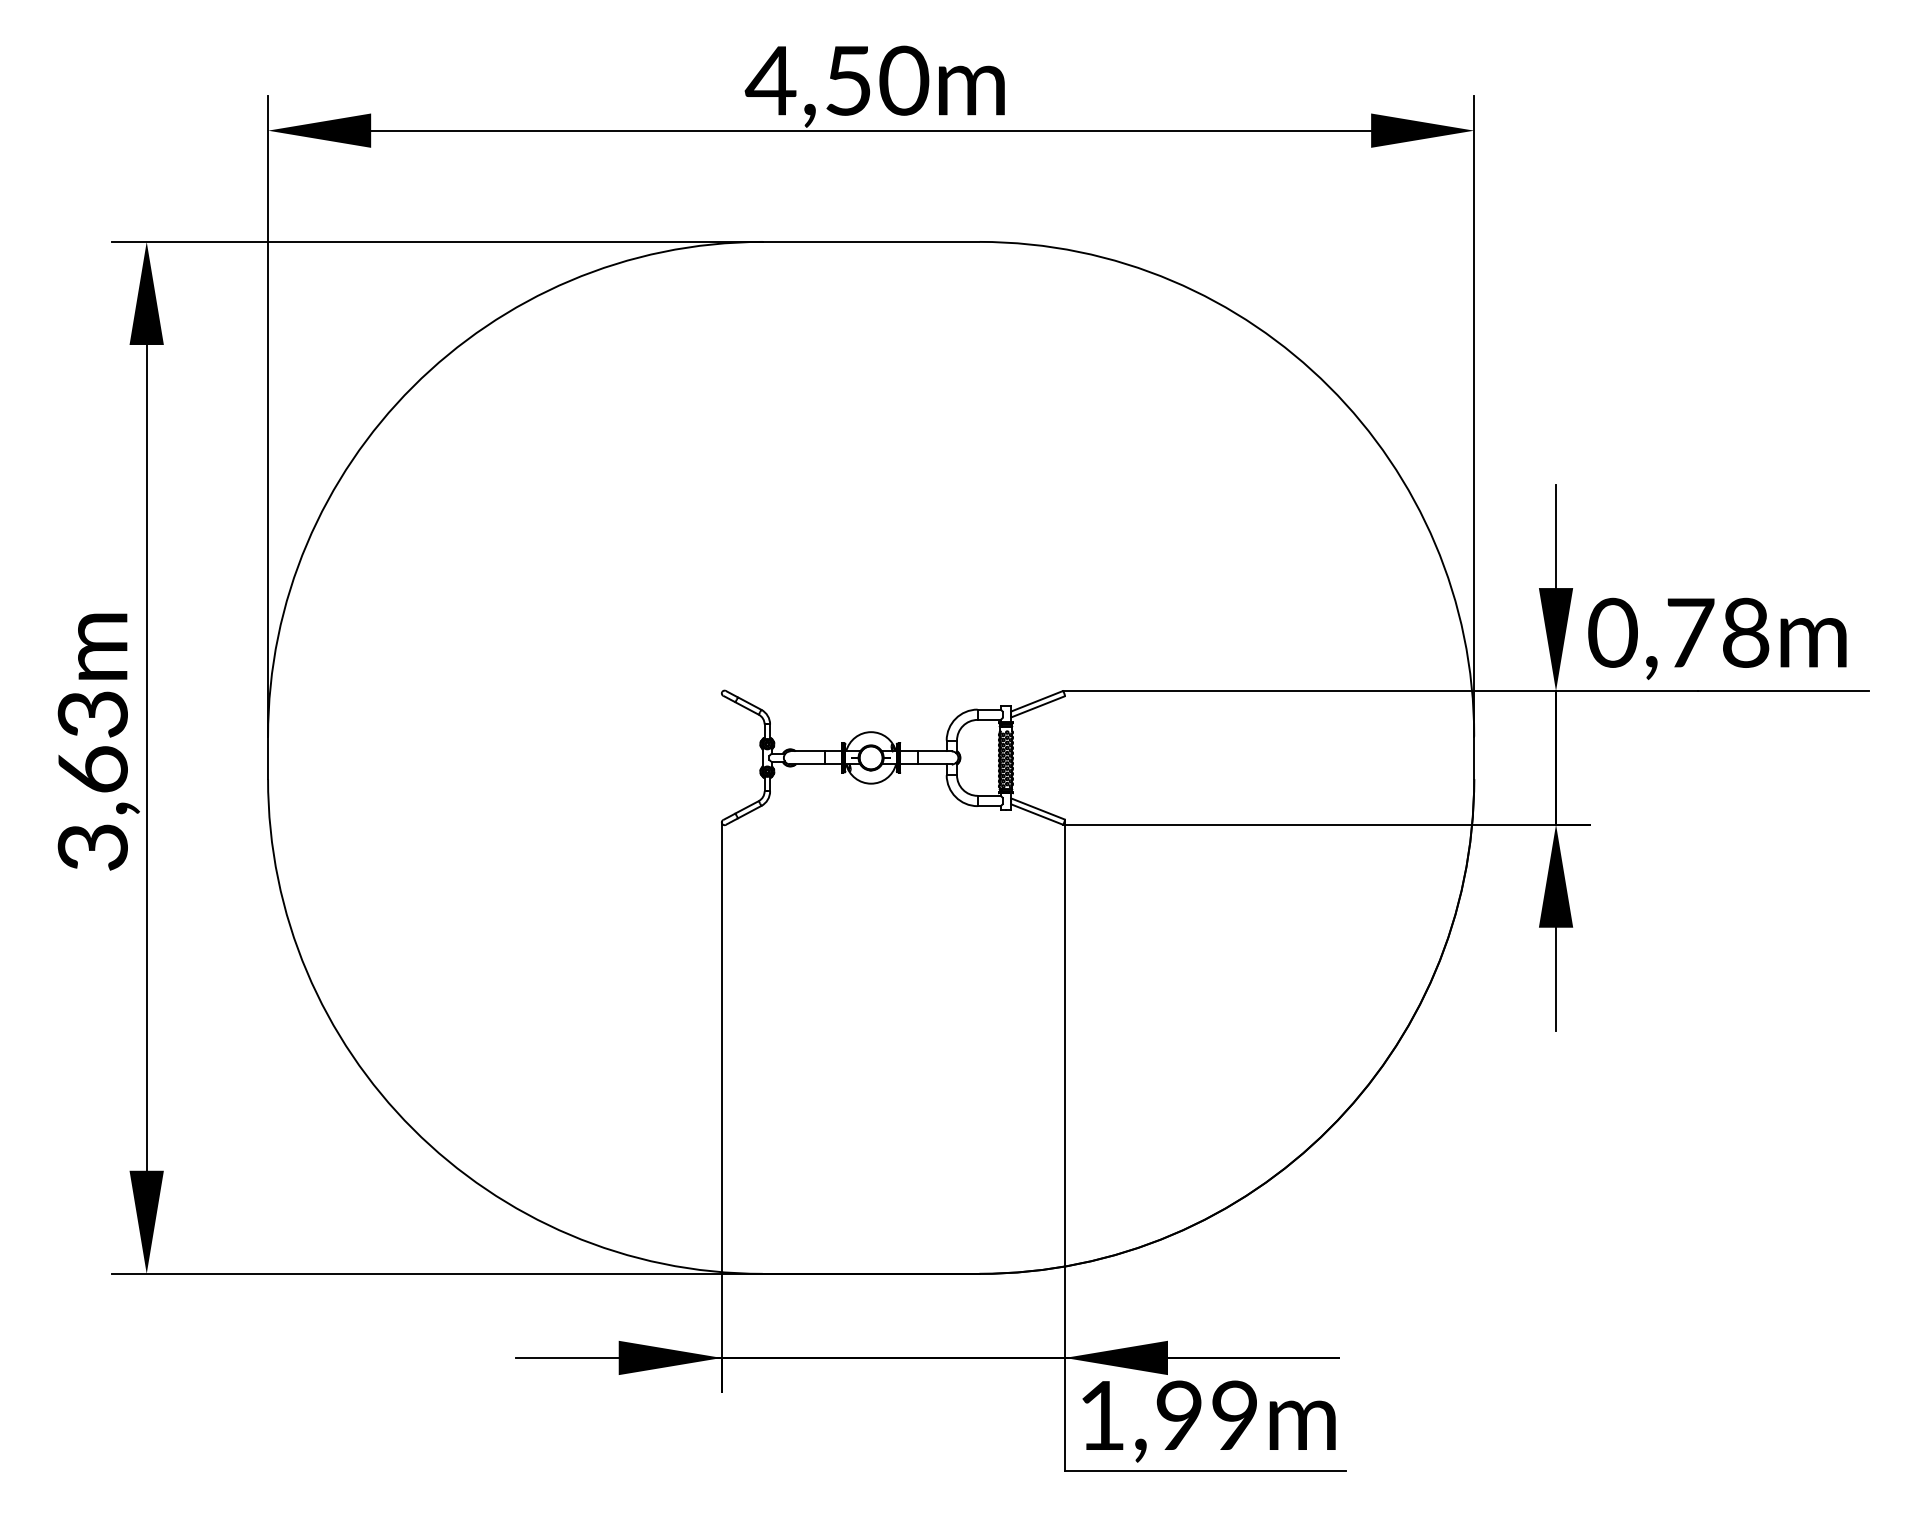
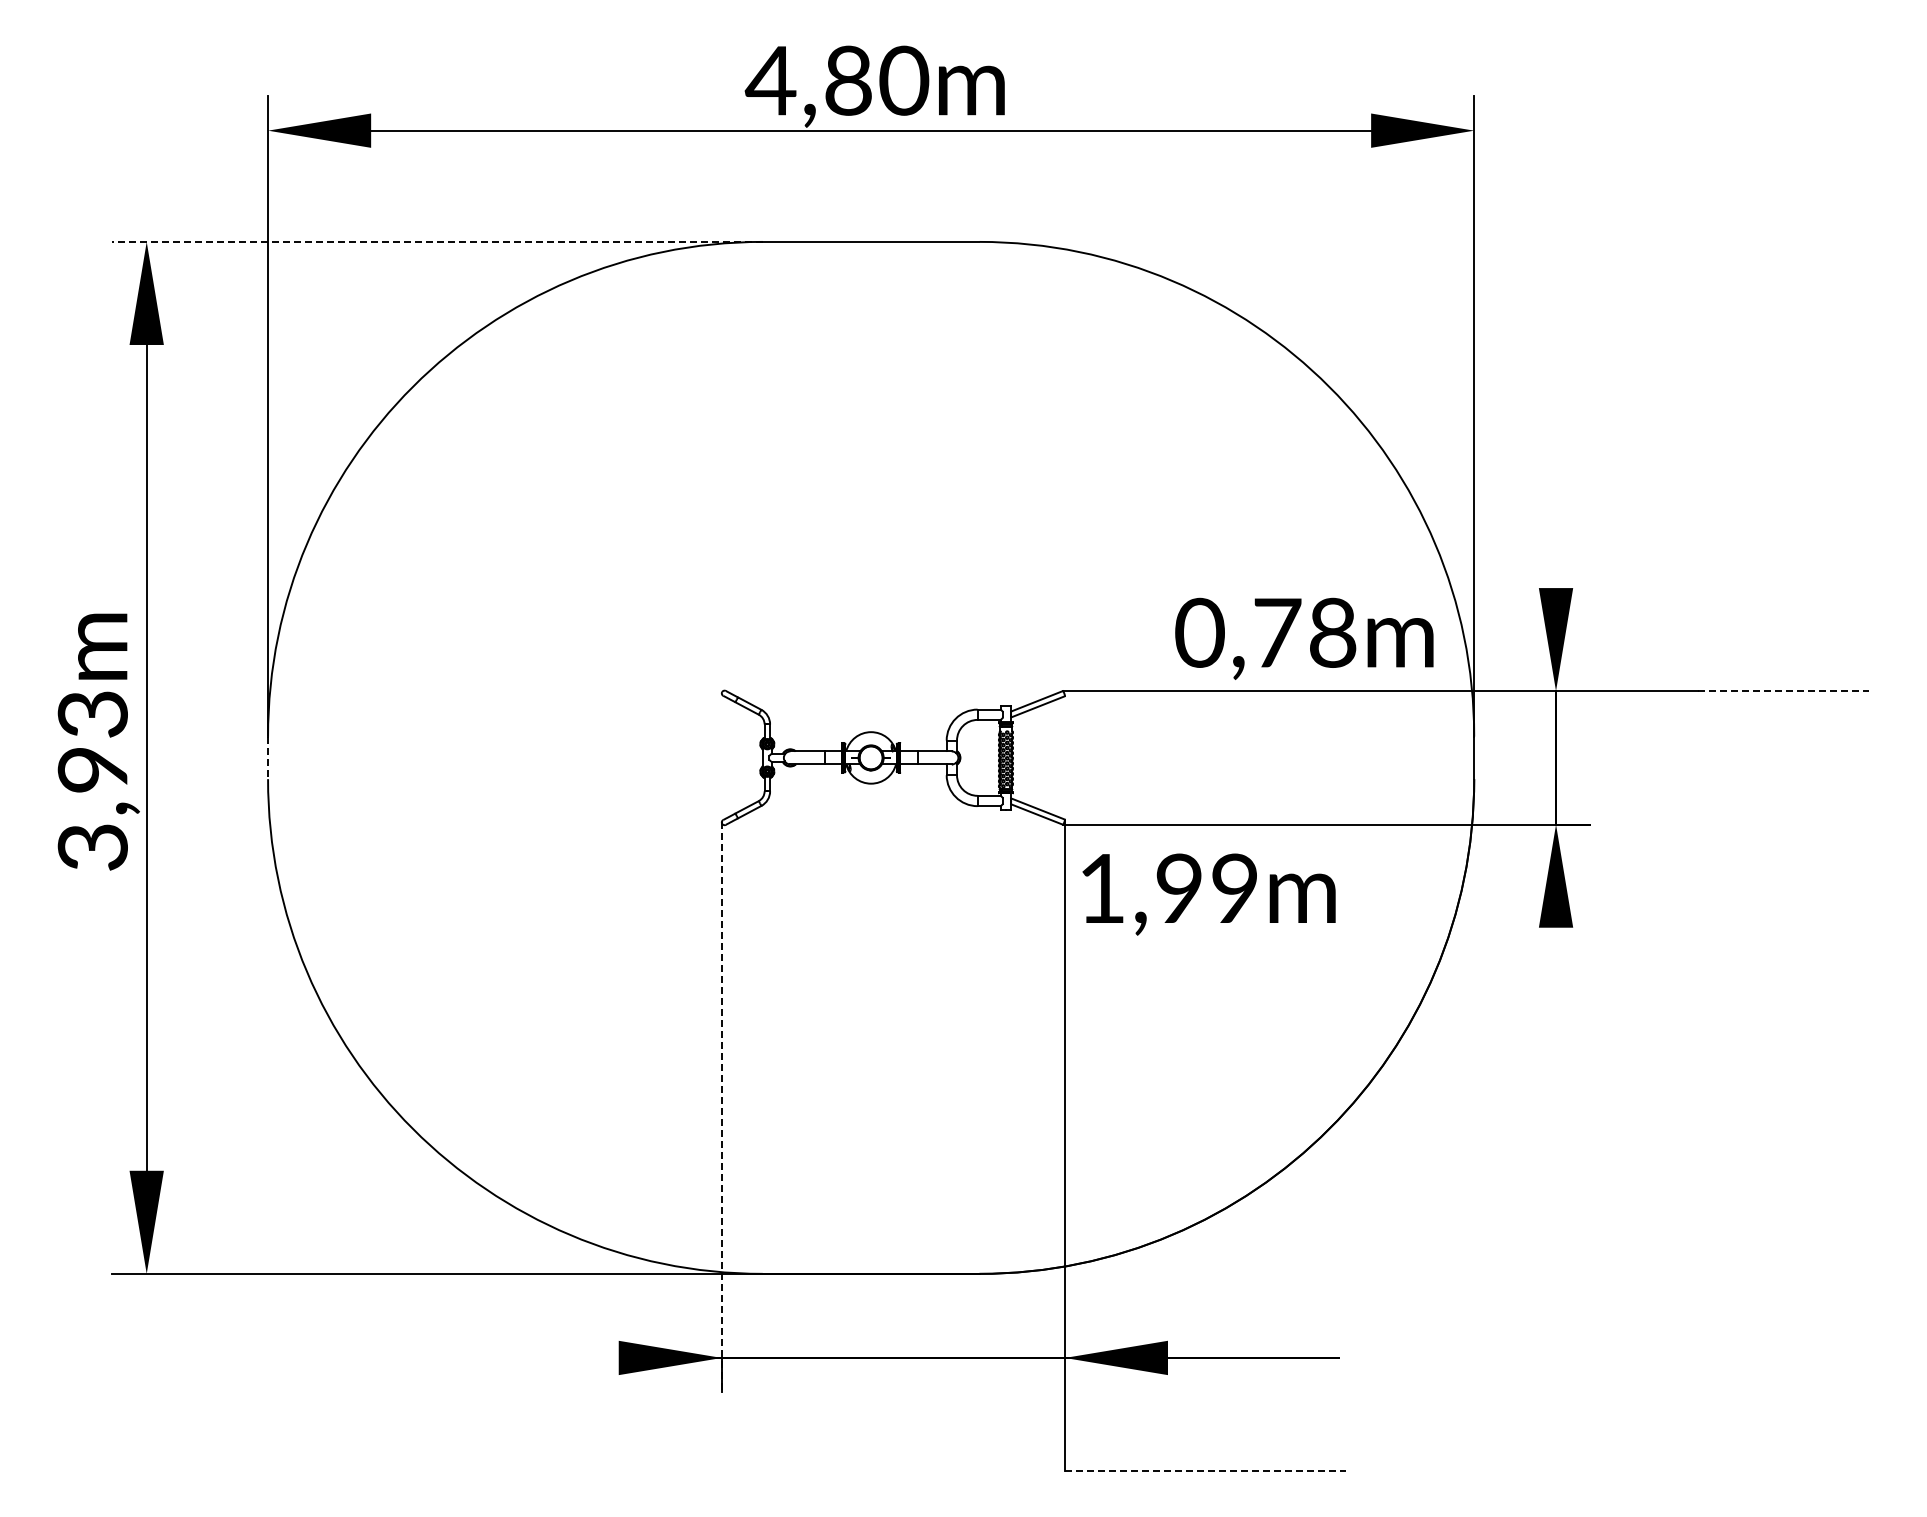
text at (848, 80): 4,50m -> 4,80m
line at (437, 241): solid -> dashed
line at (1556, 536): present -> none
text at (1717, 638) position: (1717, 638) -> (1304, 638)
line at (1783, 691): solid -> dashed
line at (268, 758): solid -> dashed
text at (92, 769): 3,63m -> 3,93m
line at (1556, 978): present -> none
line at (721, 1107): solid -> dashed
line at (566, 1357): present -> none
text at (1208, 1421) position: (1208, 1421) -> (1208, 894)
line at (1205, 1471): solid -> dashed
